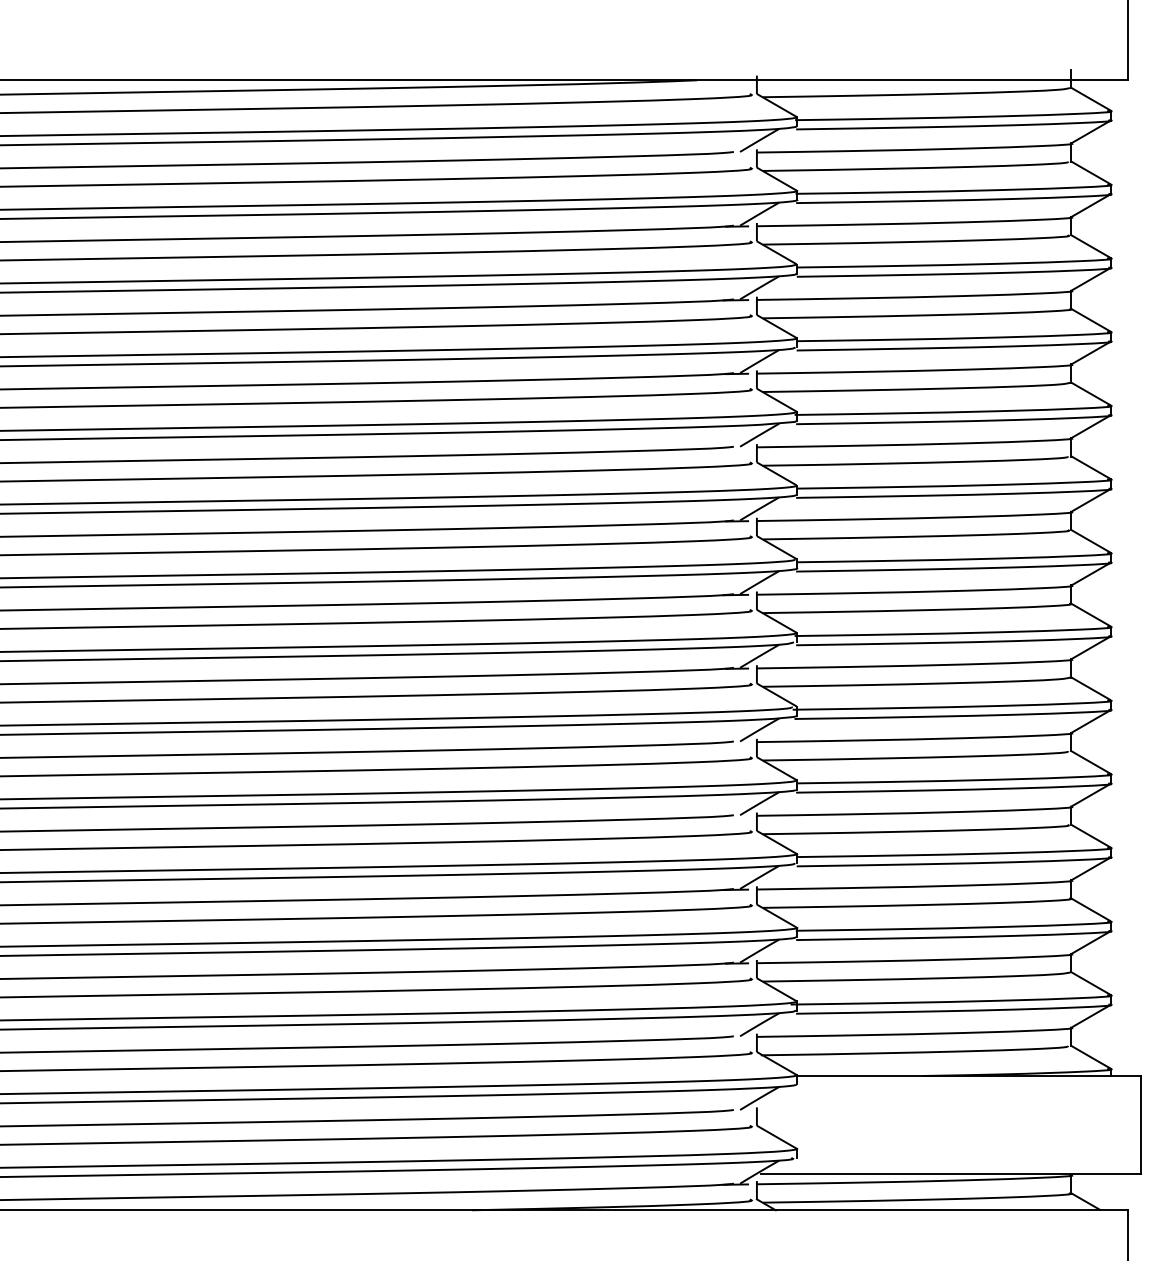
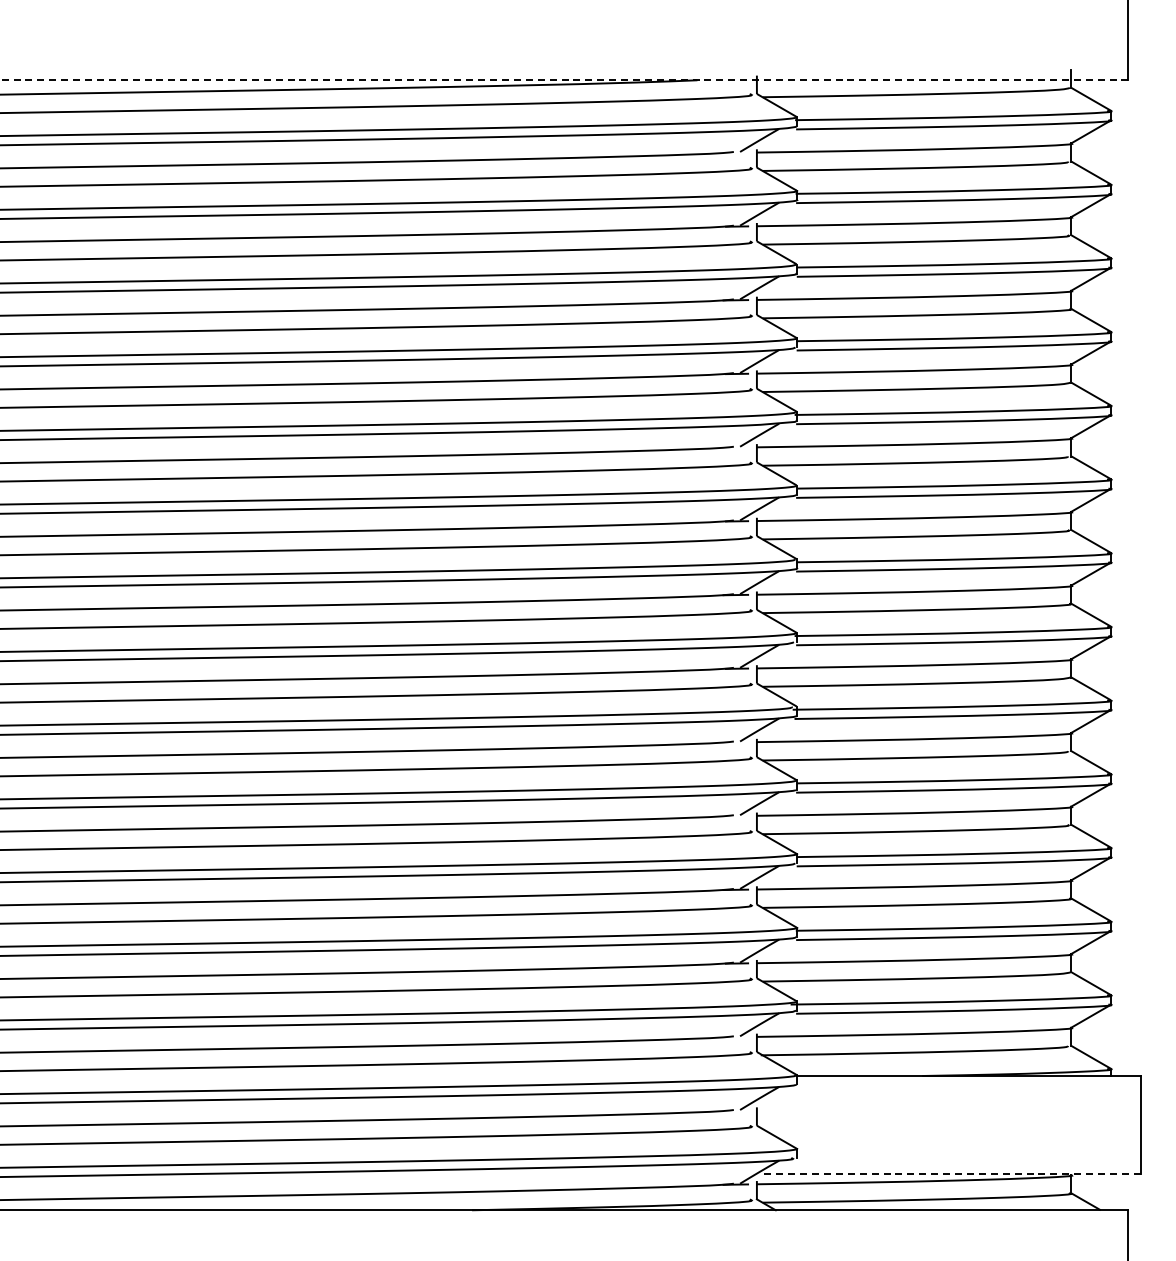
line at (564, 80): solid -> dashed
line at (951, 1174): solid -> dashed
